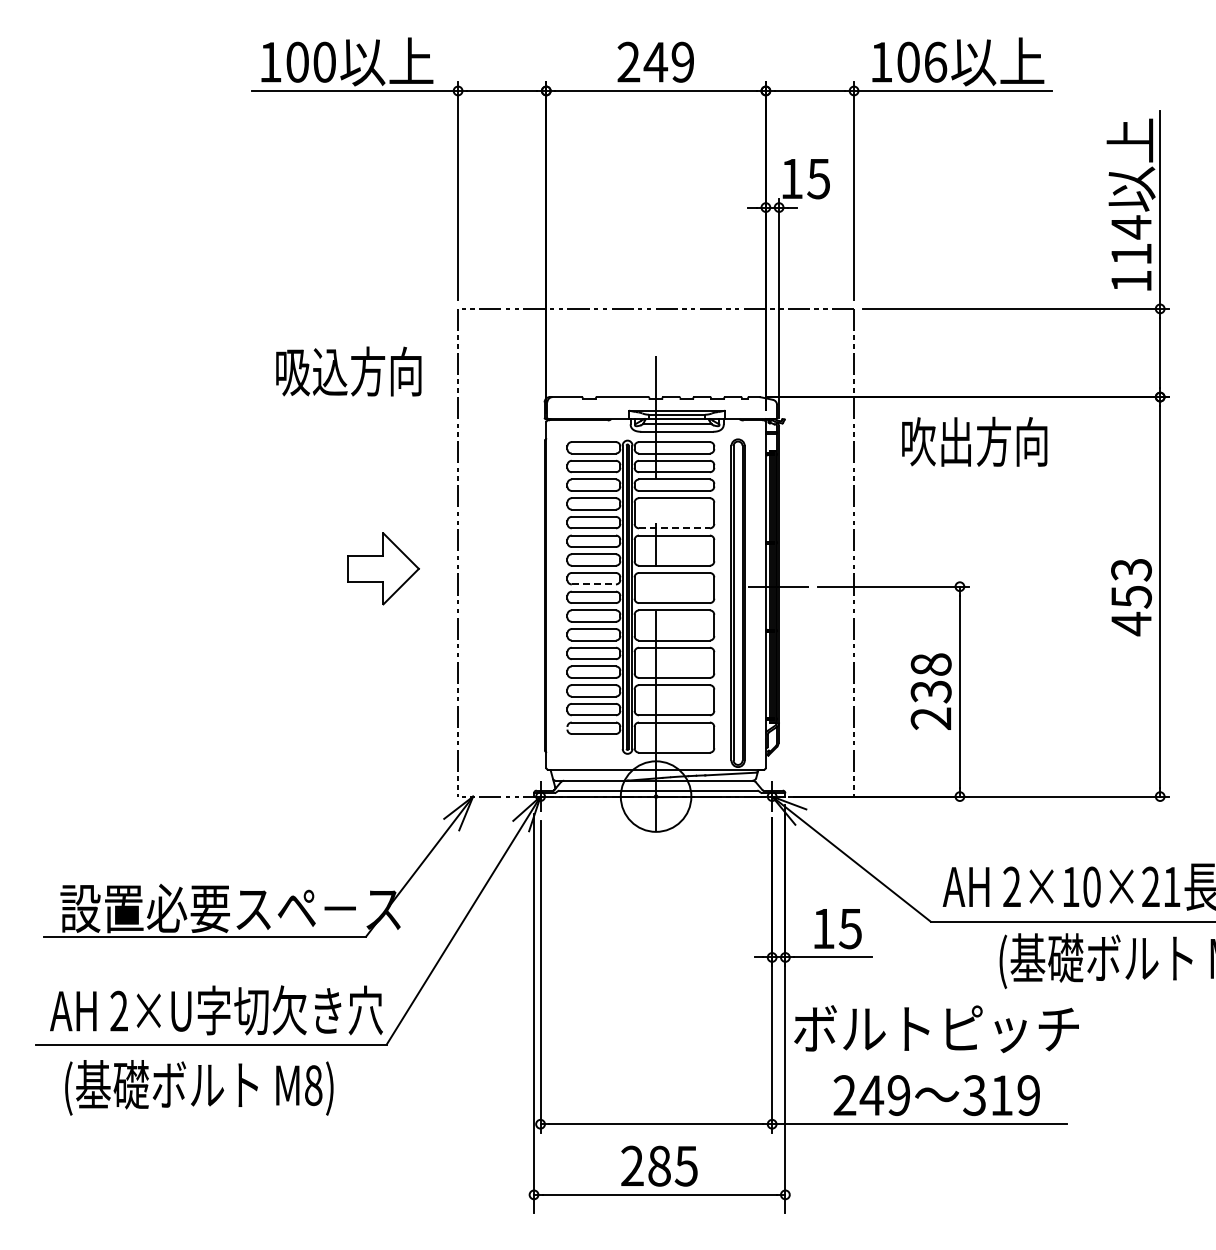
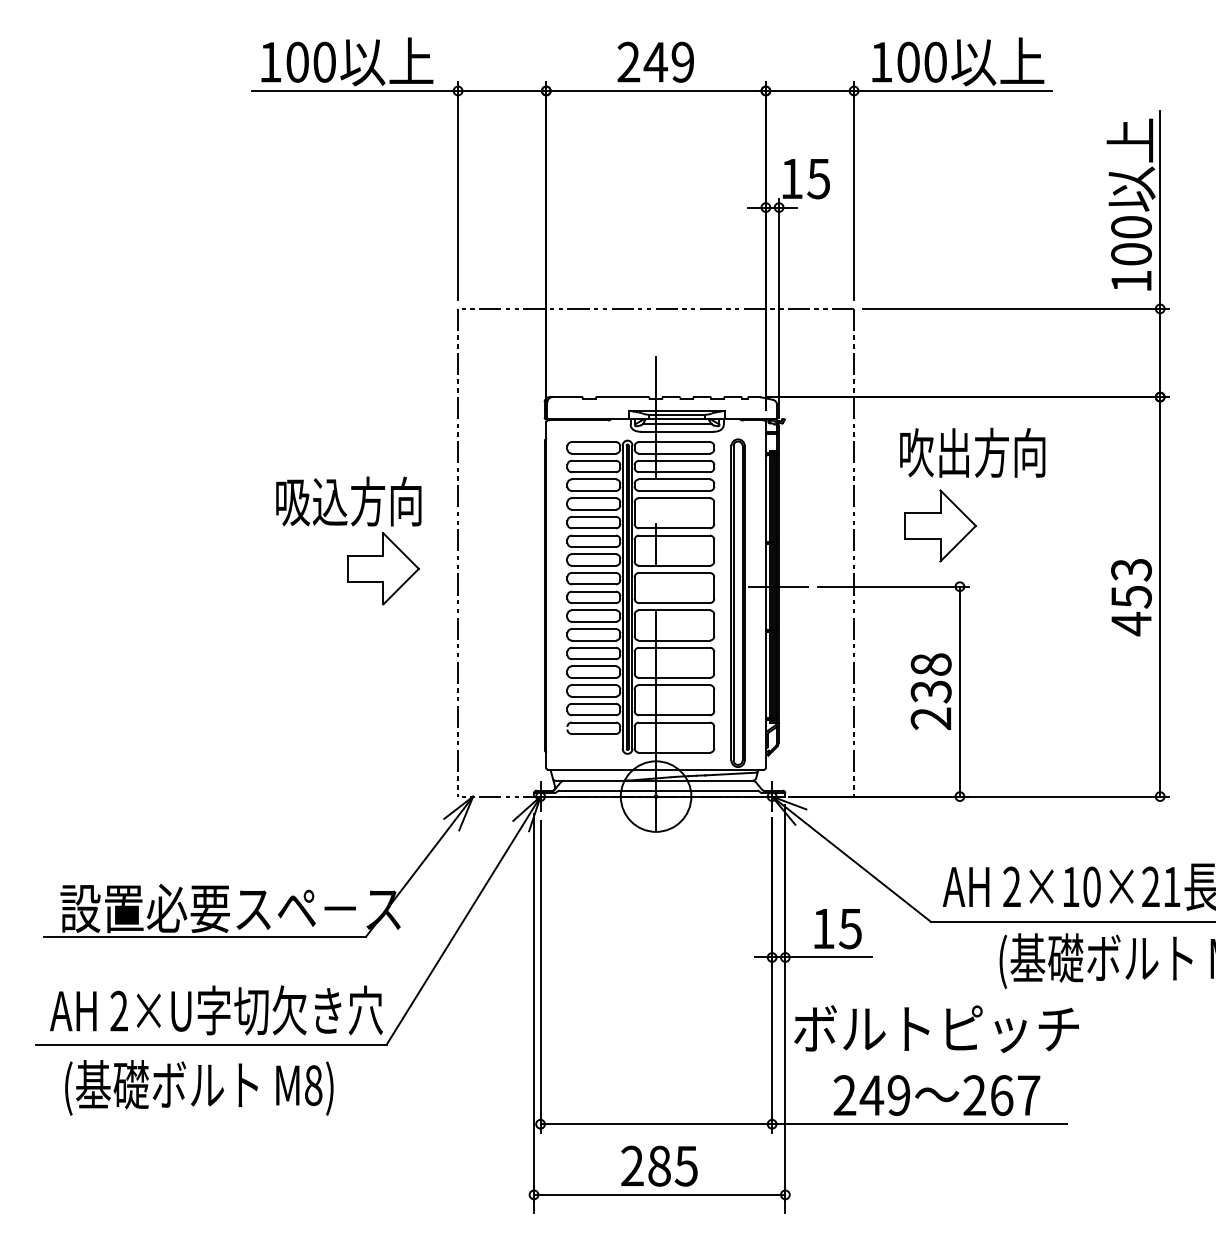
text at (935, 61): 106 -> 100
text at (1131, 240): 114 -> 100
text at (348, 371) position: (348, 371) -> (348, 501)
text at (974, 441) position: (974, 441) -> (972, 452)
part at (940, 525): none -> present
line at (674, 528): dashed -> solid
line at (594, 584): dashed -> solid
text at (1001, 1095): 319 -> 267
